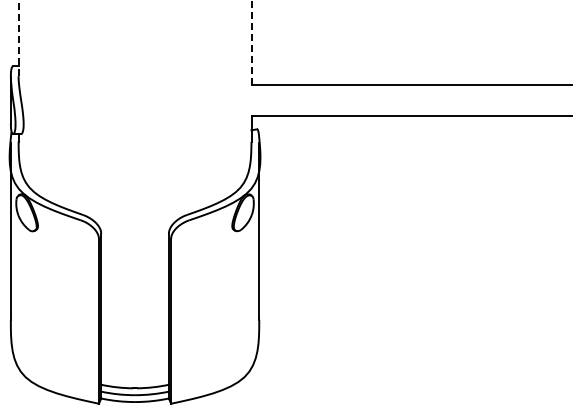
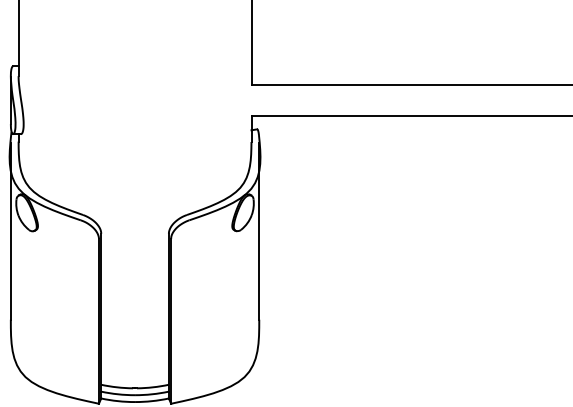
line at (18, 38): dashed -> solid
line at (251, 42): dashed -> solid
